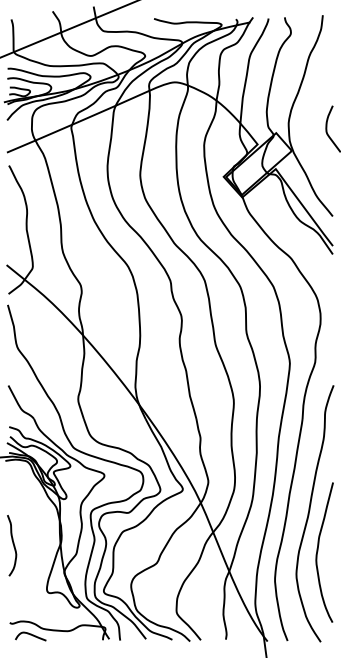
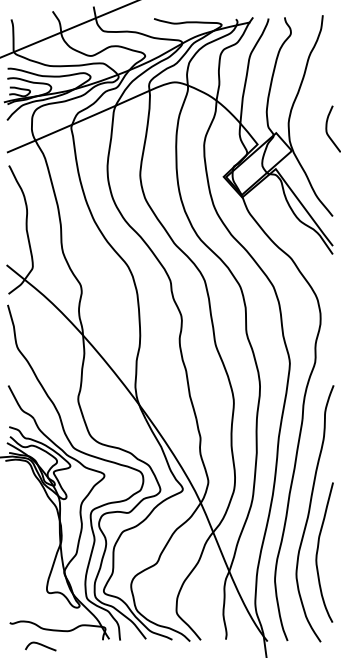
curve at (12, 544): present -> none
curve at (30, 635) position: (30, 635) -> (40, 645)
